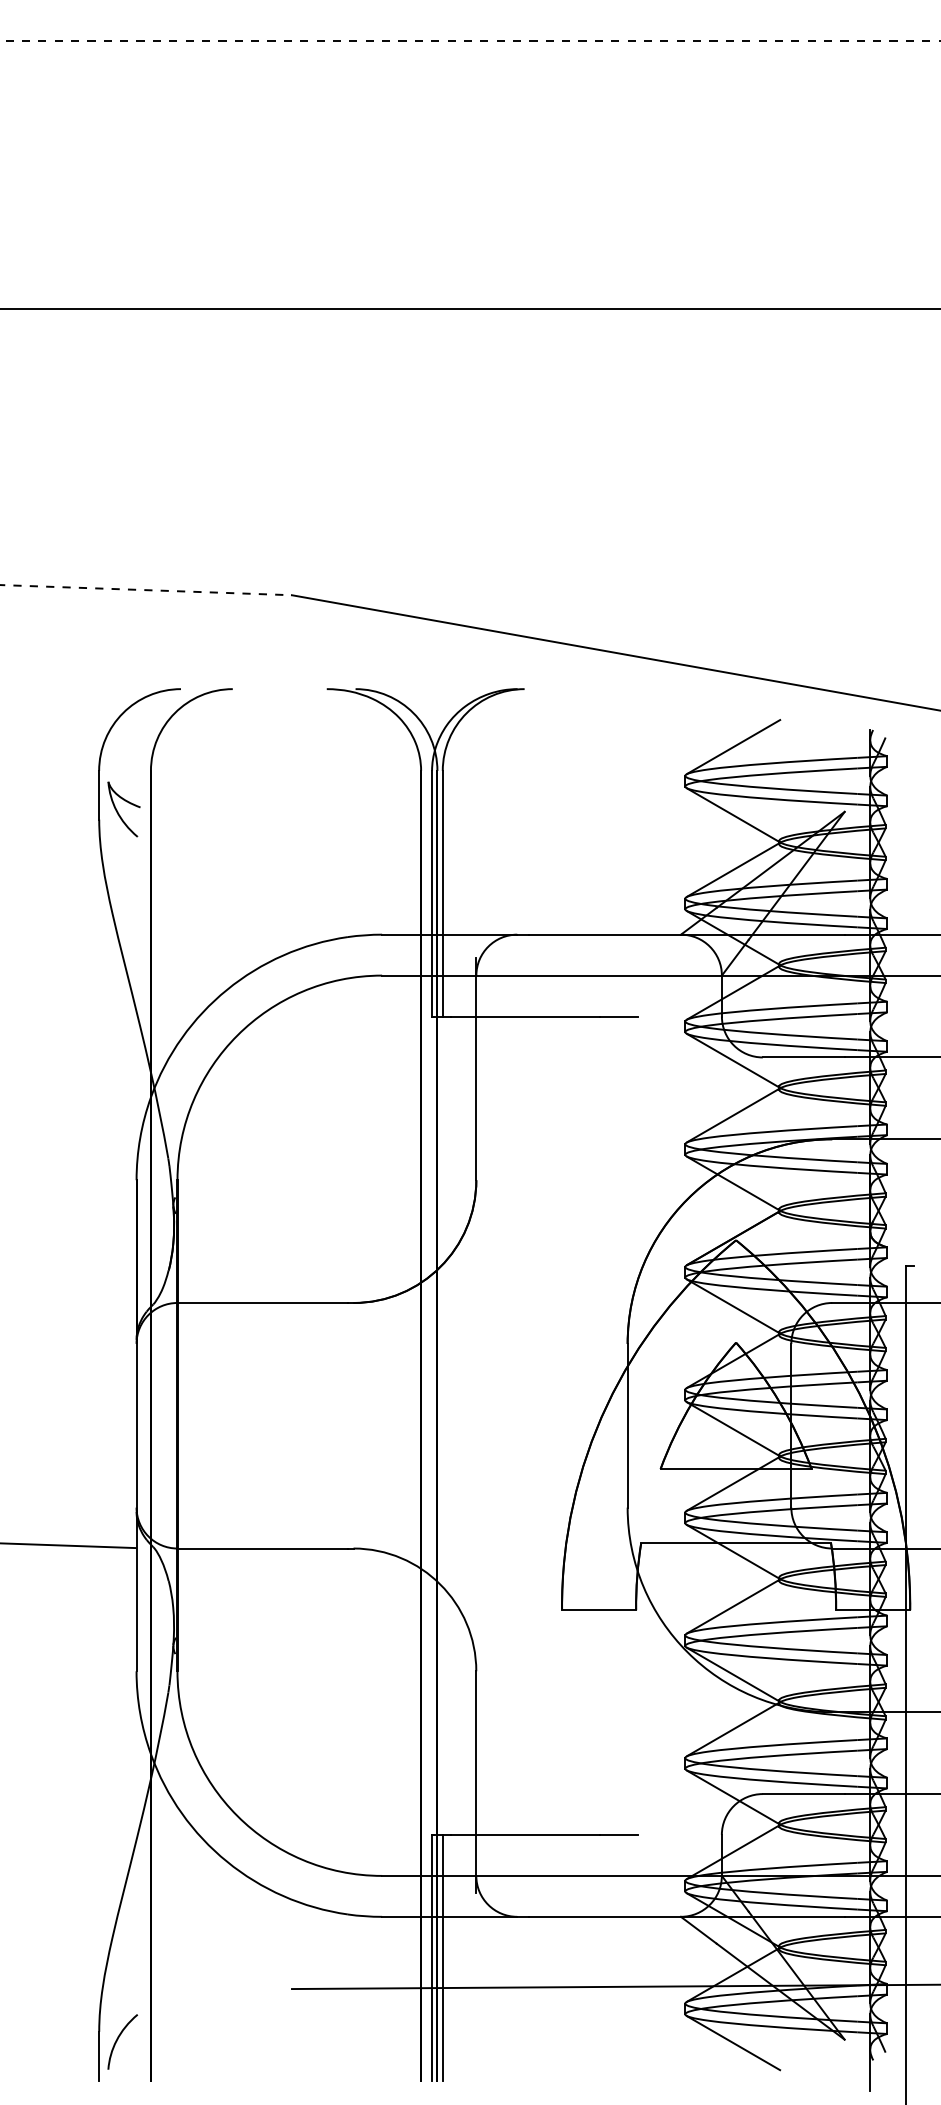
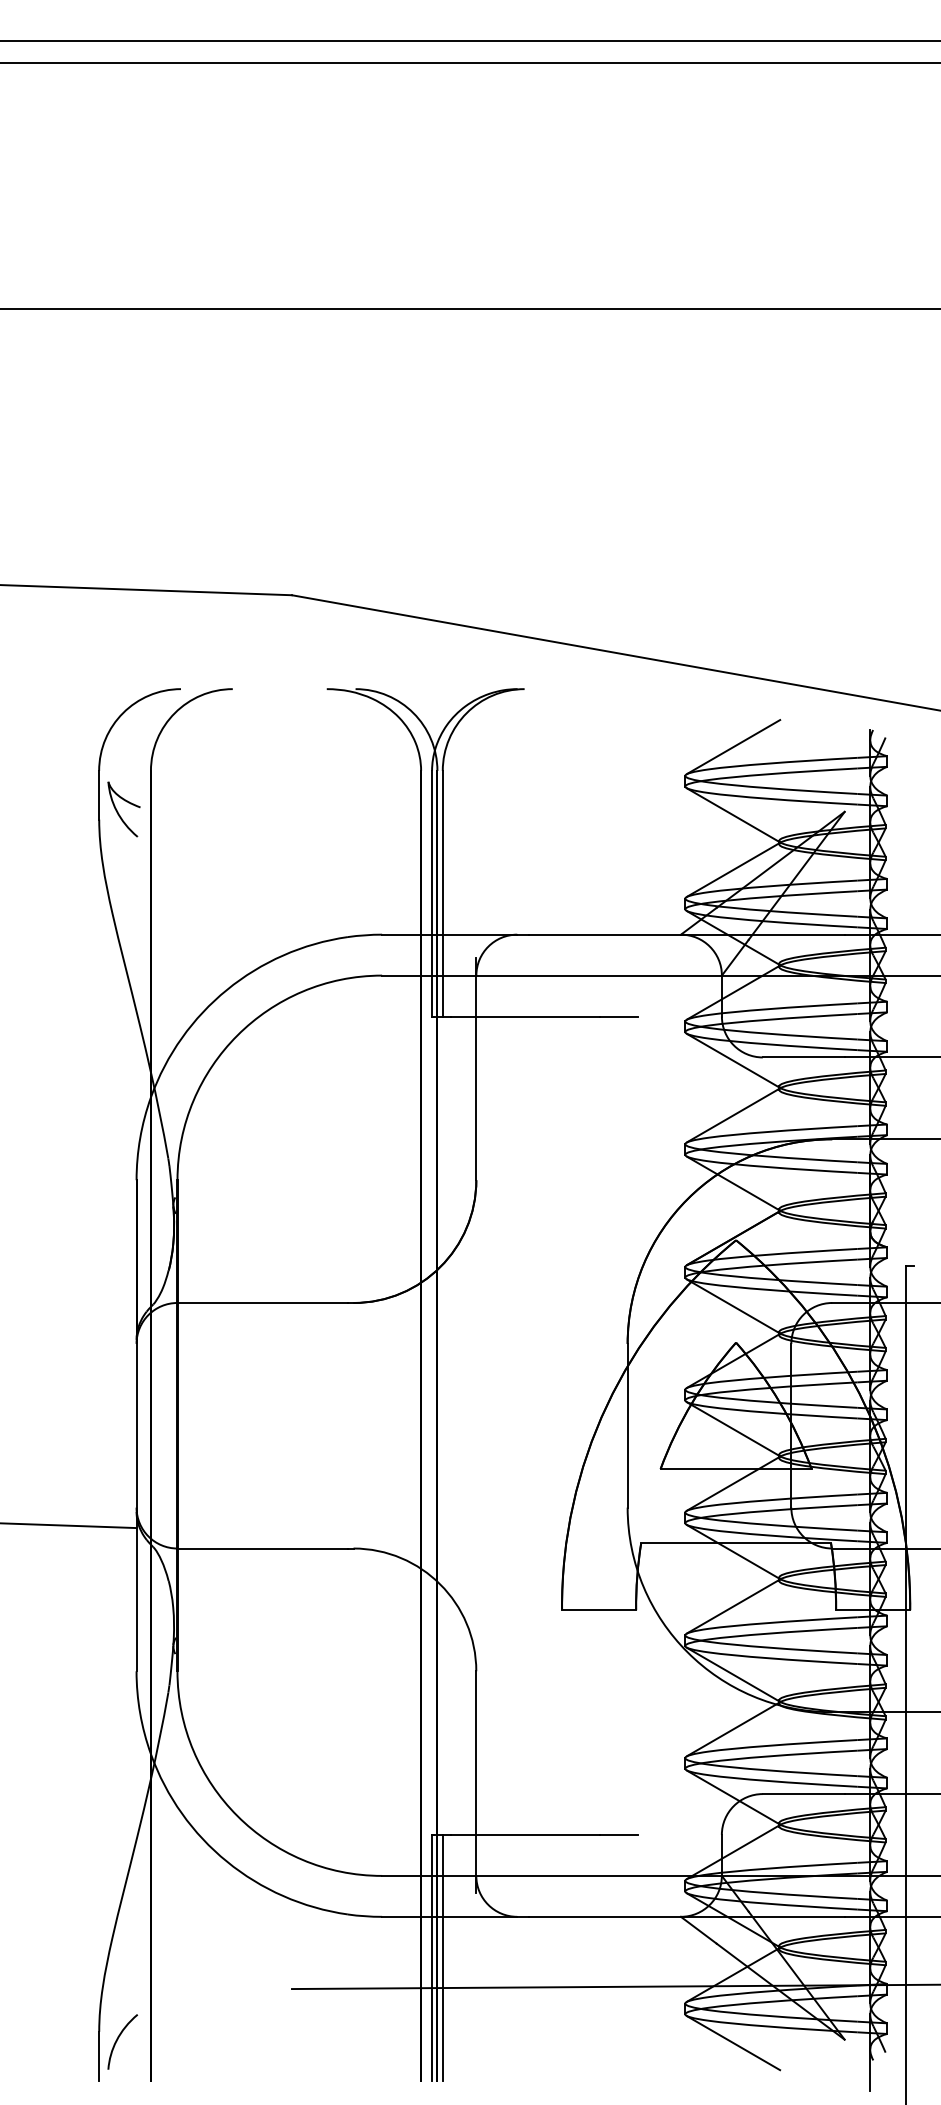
line at (470, 40): dashed -> solid
line at (469, 63): none -> present
line at (146, 590): dashed -> solid
line at (68, 1545) position: (68, 1545) -> (69, 1525)
